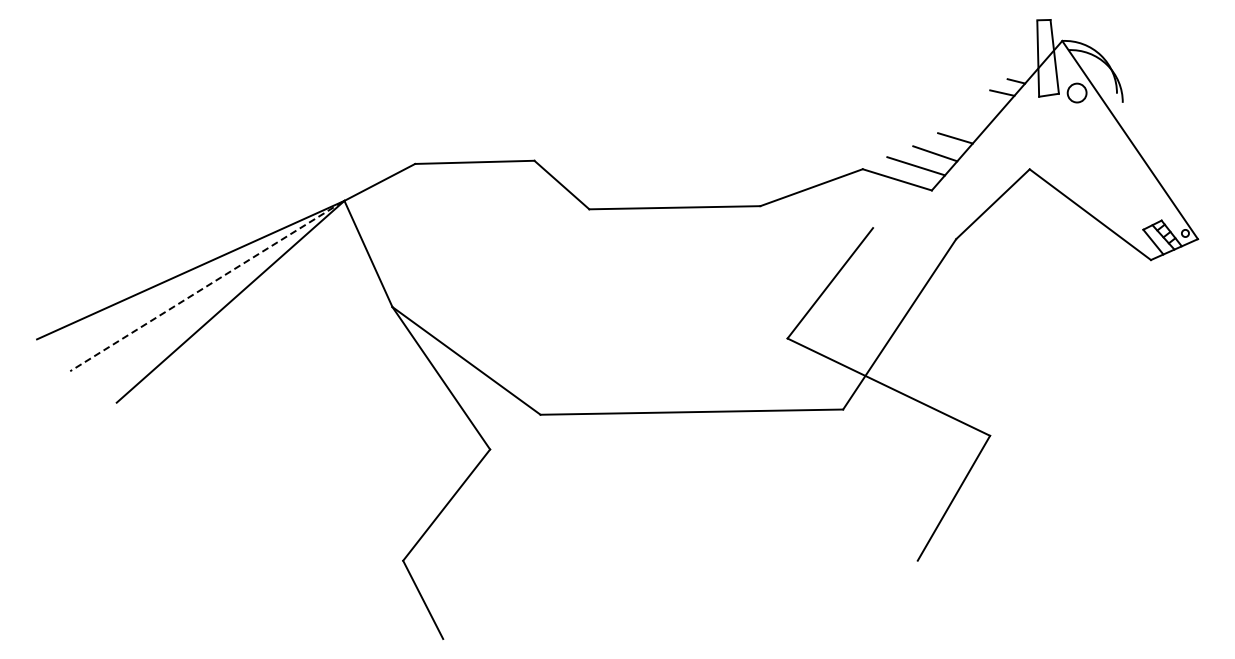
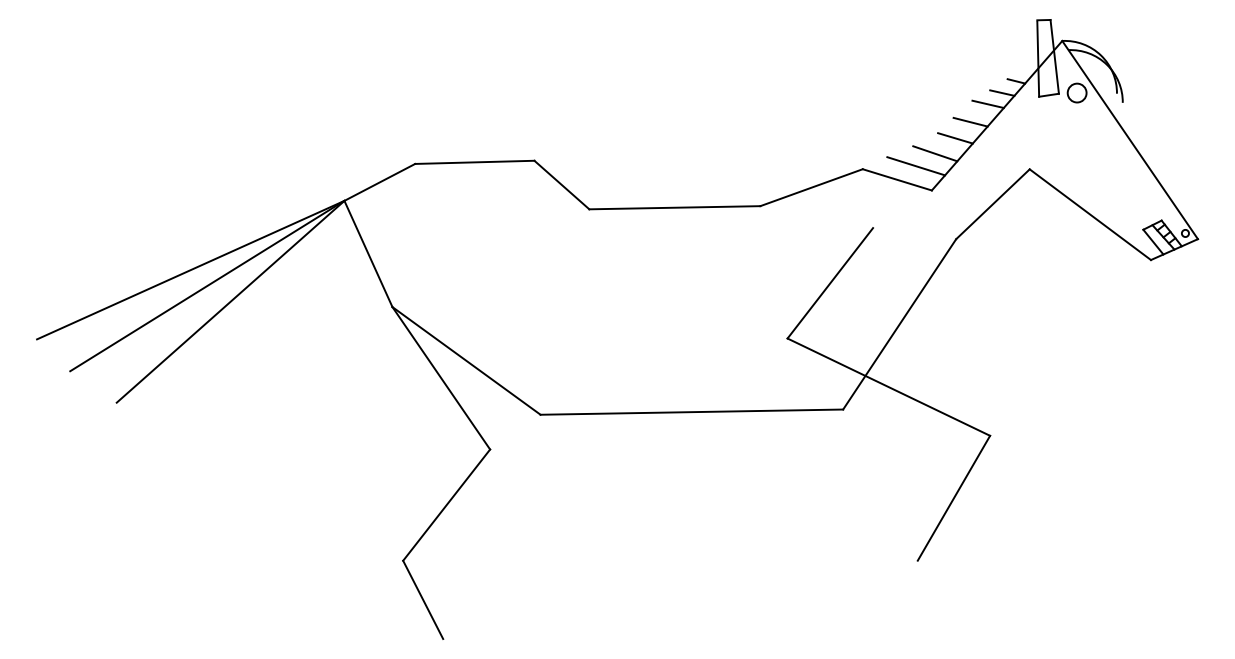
line at (987, 103): none -> present
line at (970, 121): none -> present
line at (206, 286): dashed -> solid
